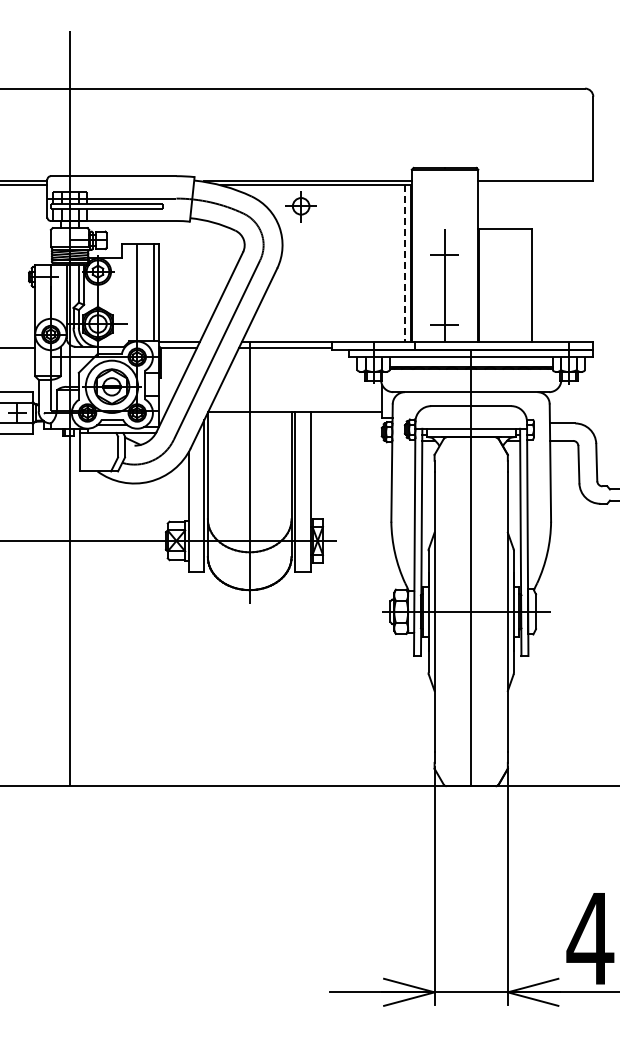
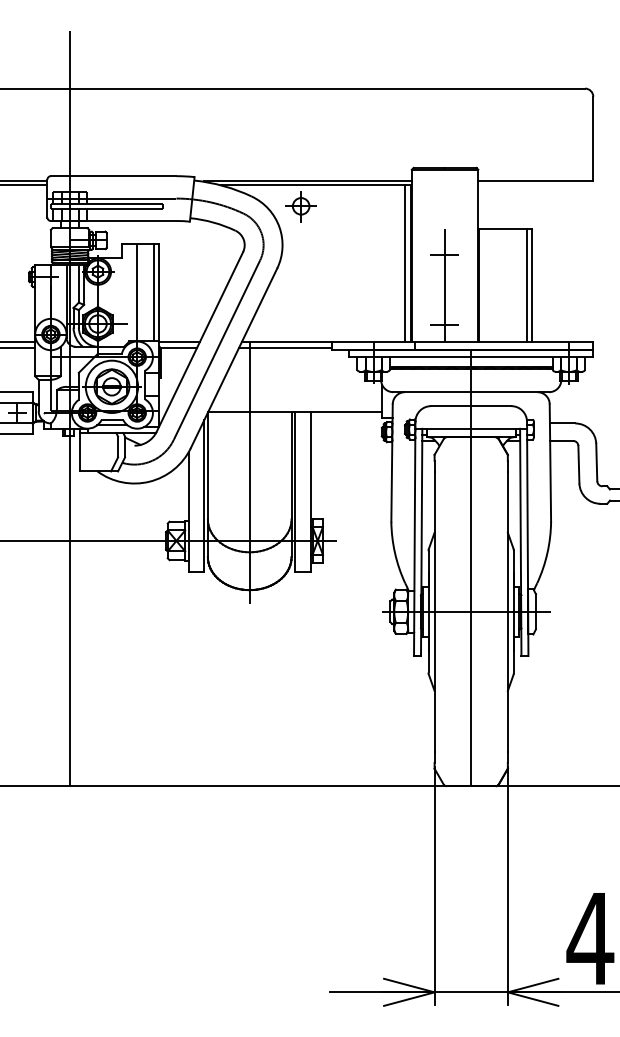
line at (404, 264): dashed -> solid
line at (526, 285): none -> present
line at (18, 342): none -> present
